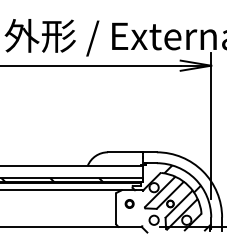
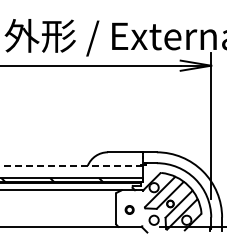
line at (71, 165): solid -> dashed
hatch at (187, 198): present -> none
part at (129, 203) position: (129, 203) -> (129, 209)
